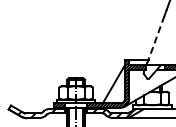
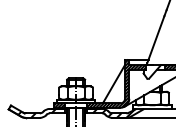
line at (155, 39): dashed -> solid
